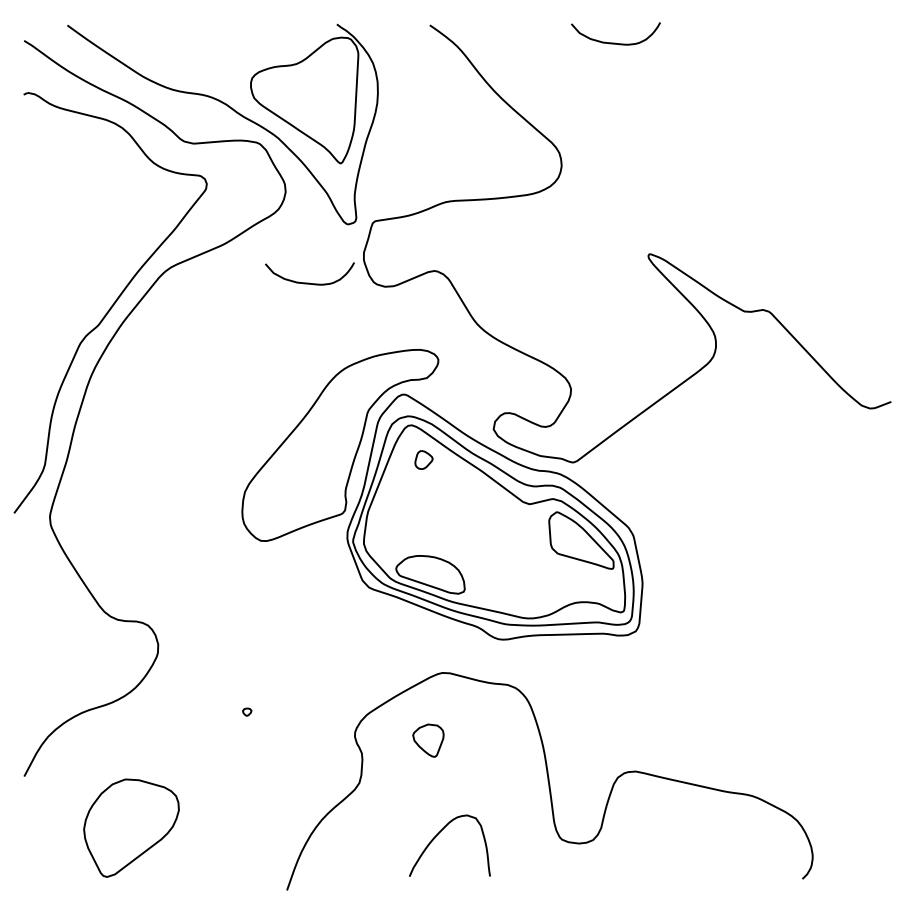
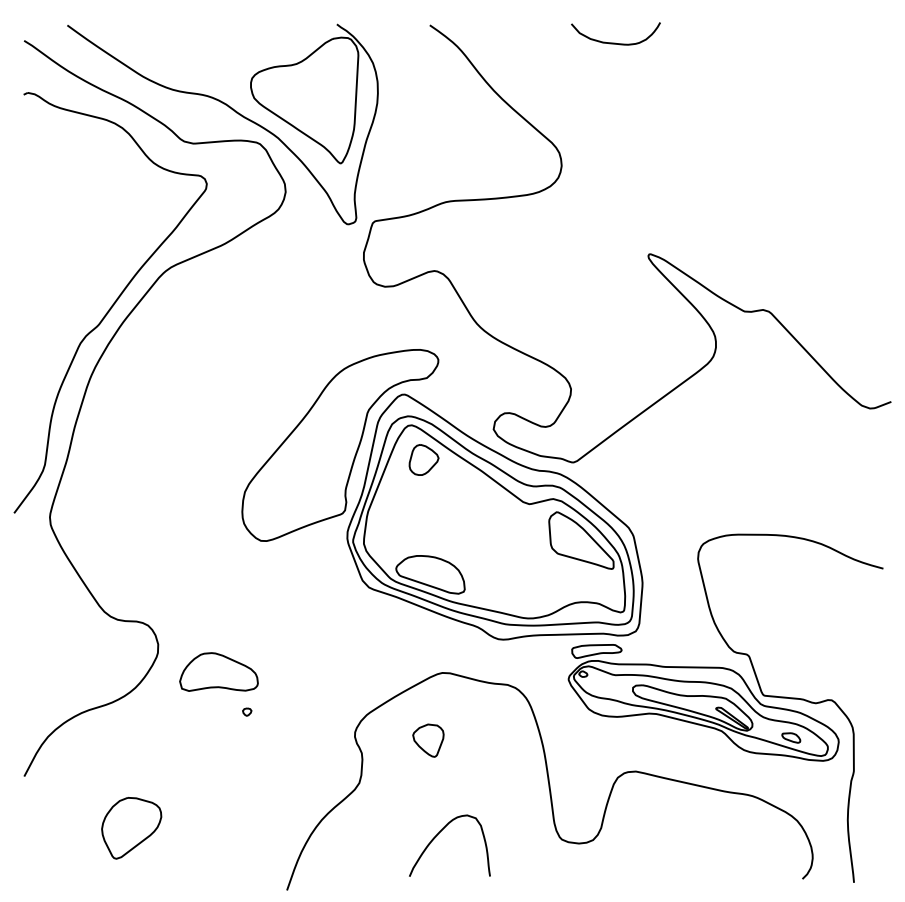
curve at (309, 282): present -> none
part at (423, 459) size: 20x20 px -> 32x32 px
part at (218, 671): none -> present
part at (725, 707): none -> present
part at (131, 827) size: 97x100 px -> 62x63 px
